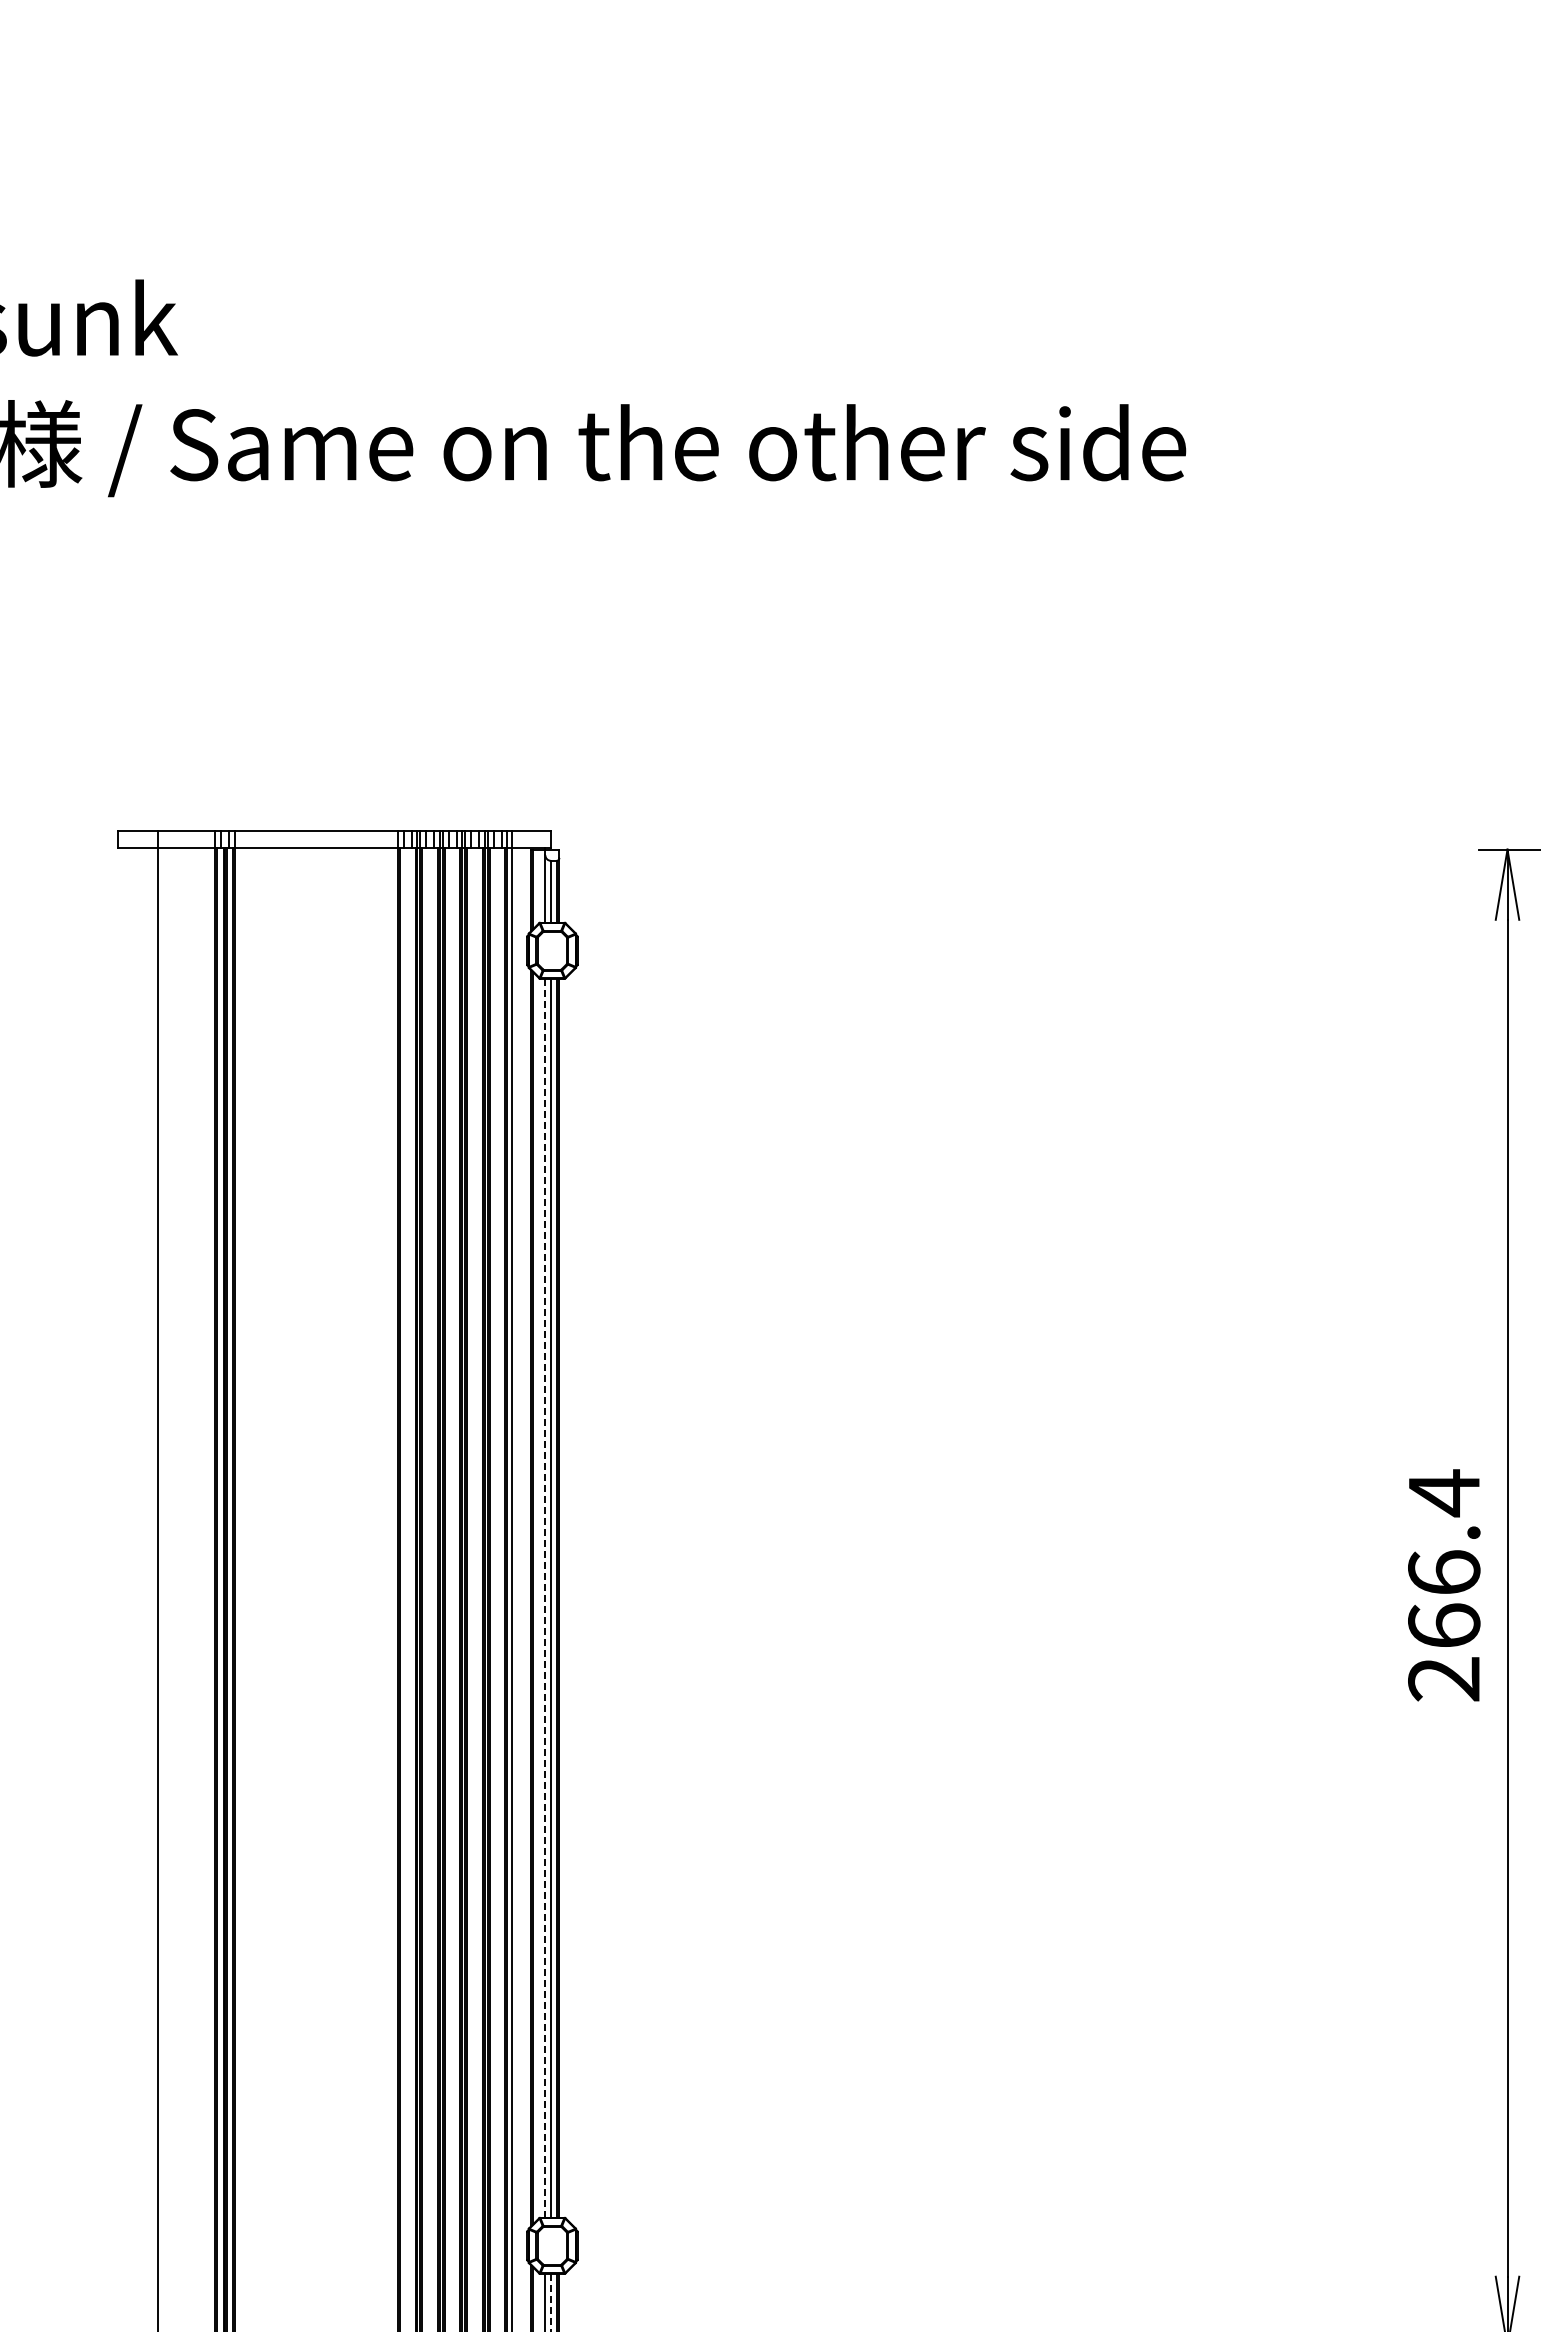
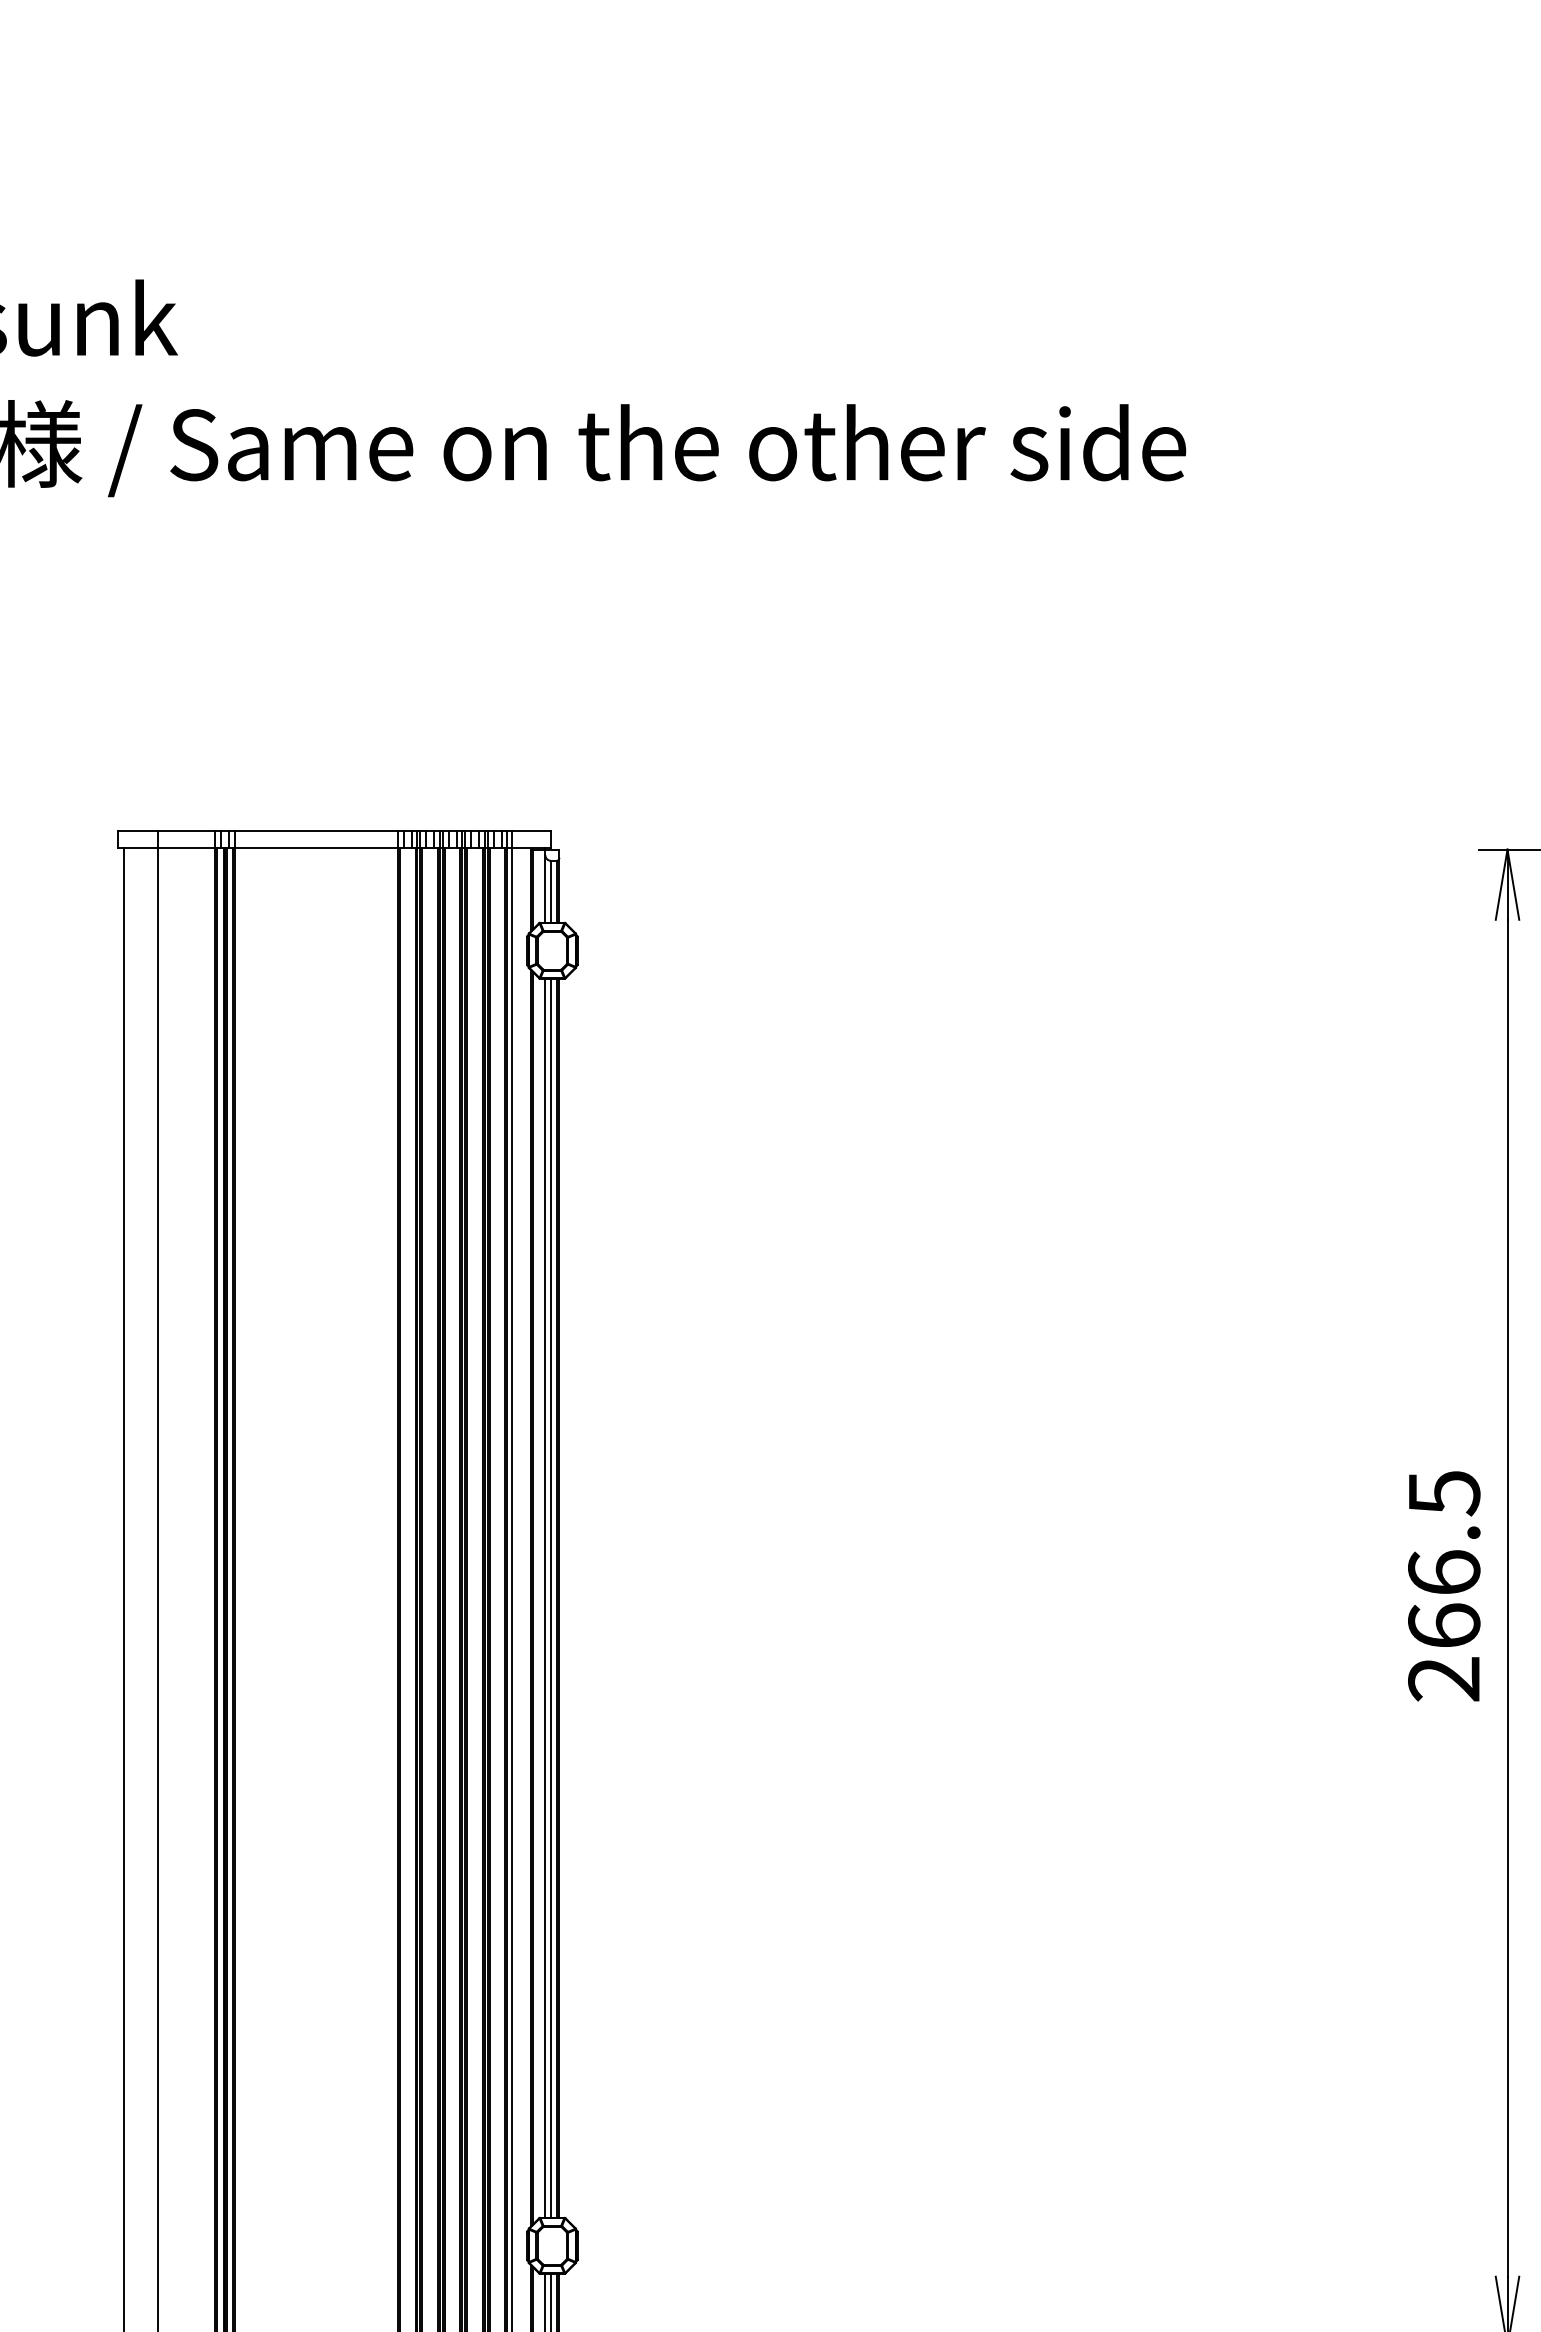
text at (1444, 1493): 266.4 -> 266.5
line at (123, 1588): none -> present
line at (545, 1597): dashed -> solid
line at (550, 2302): dashed -> solid
